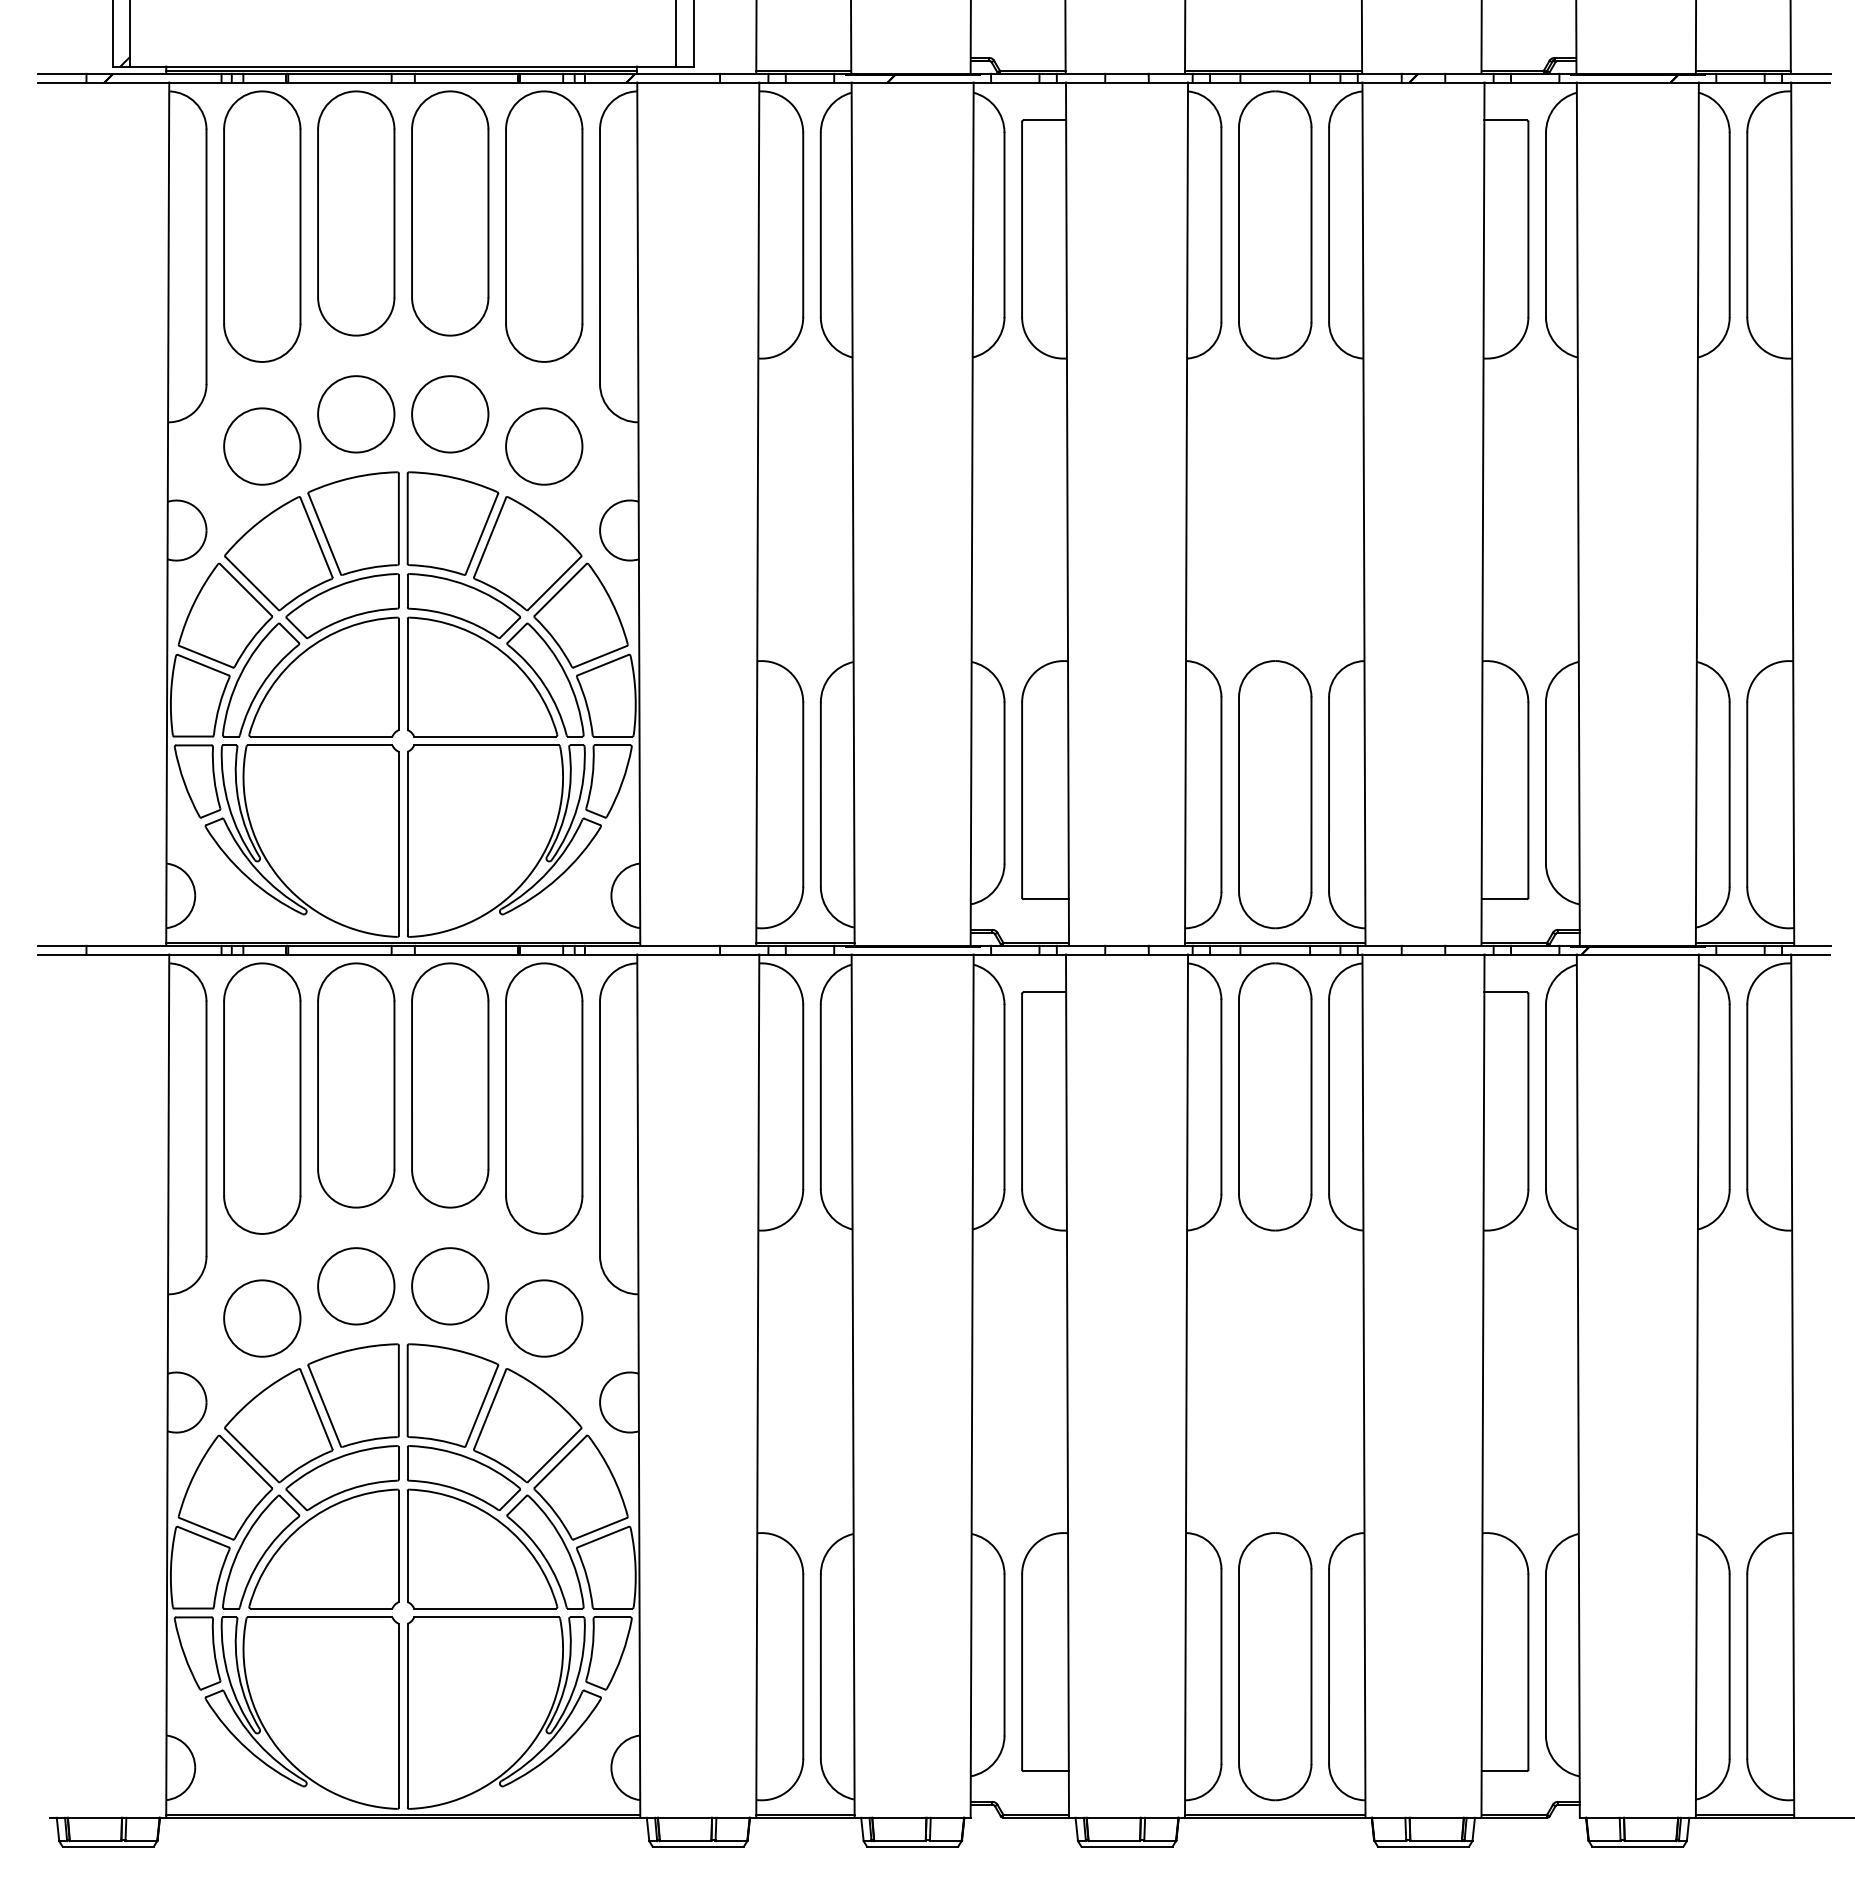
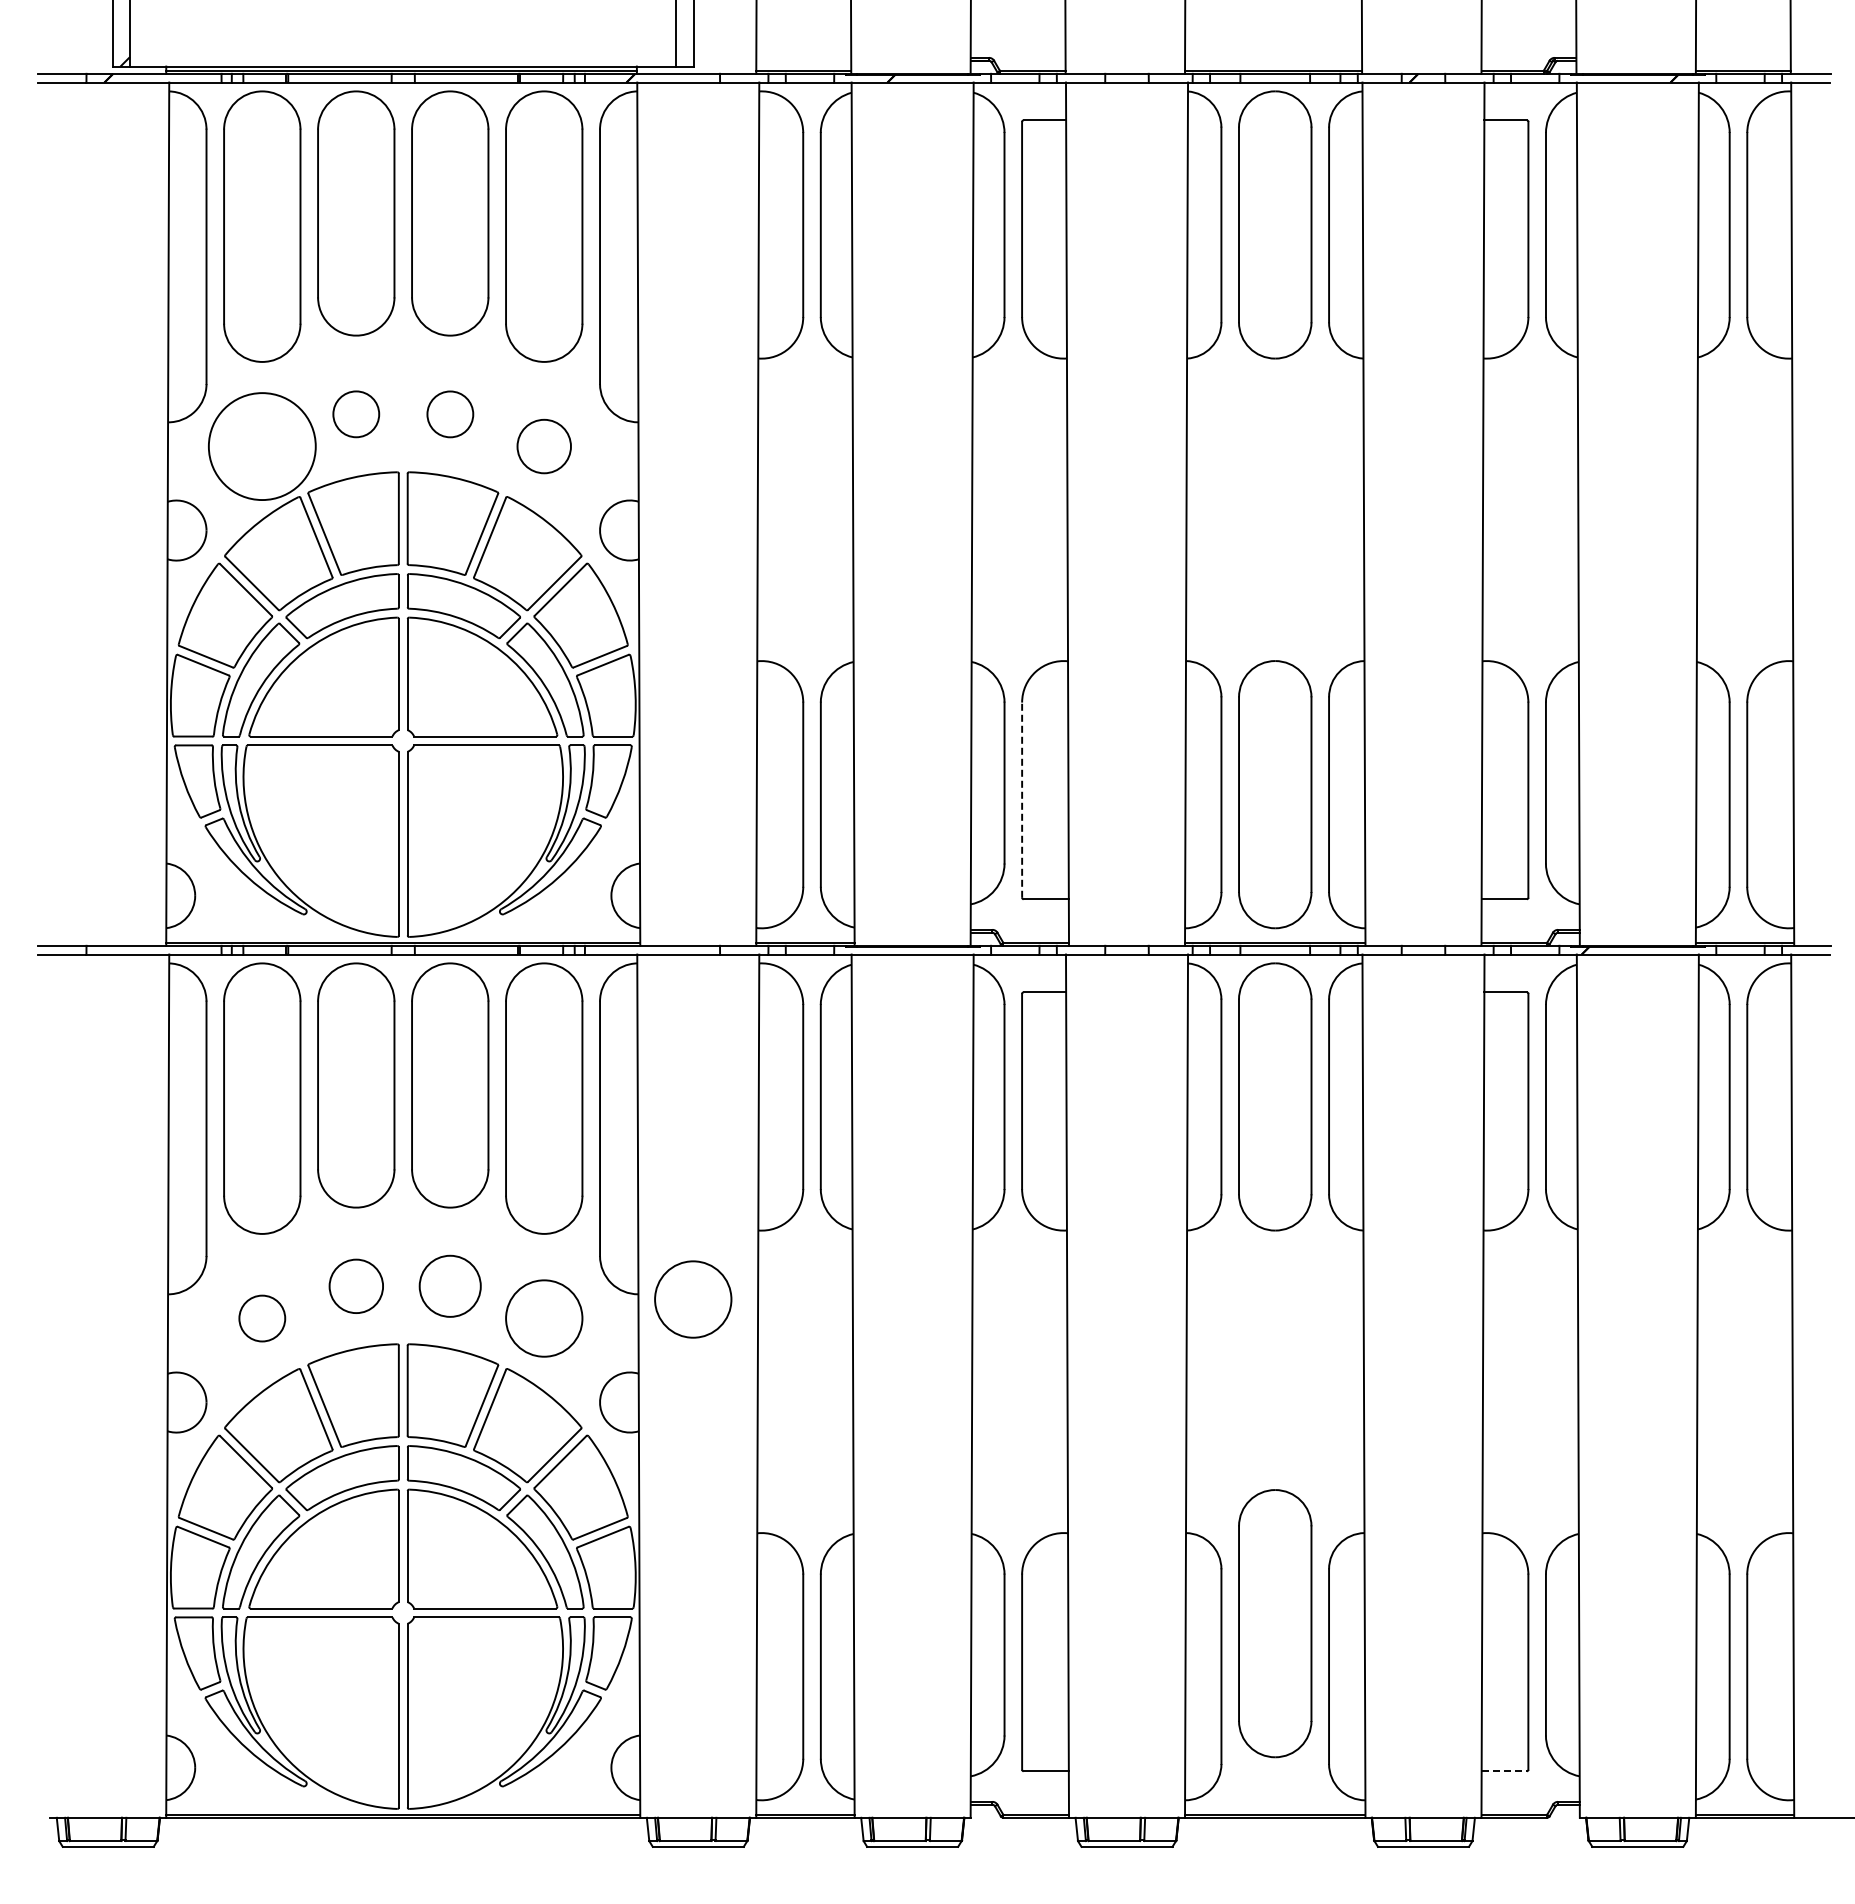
circle at (356, 414) diameter: 76 px -> 46 px
circle at (450, 414) size: 79x79 px -> 49x49 px
circle at (262, 446) diameter: 76 px -> 107 px
circle at (544, 446) diameter: 76 px -> 53 px
line at (1022, 800): solid -> dashed
circle at (356, 1286) size: 79x79 px -> 56x56 px
circle at (450, 1286) diameter: 76 px -> 61 px
circle at (693, 1299): none -> present
circle at (262, 1318) diameter: 76 px -> 46 px
part at (1275, 1666) position: (1275, 1666) -> (1275, 1623)
line at (1504, 1771): solid -> dashed
